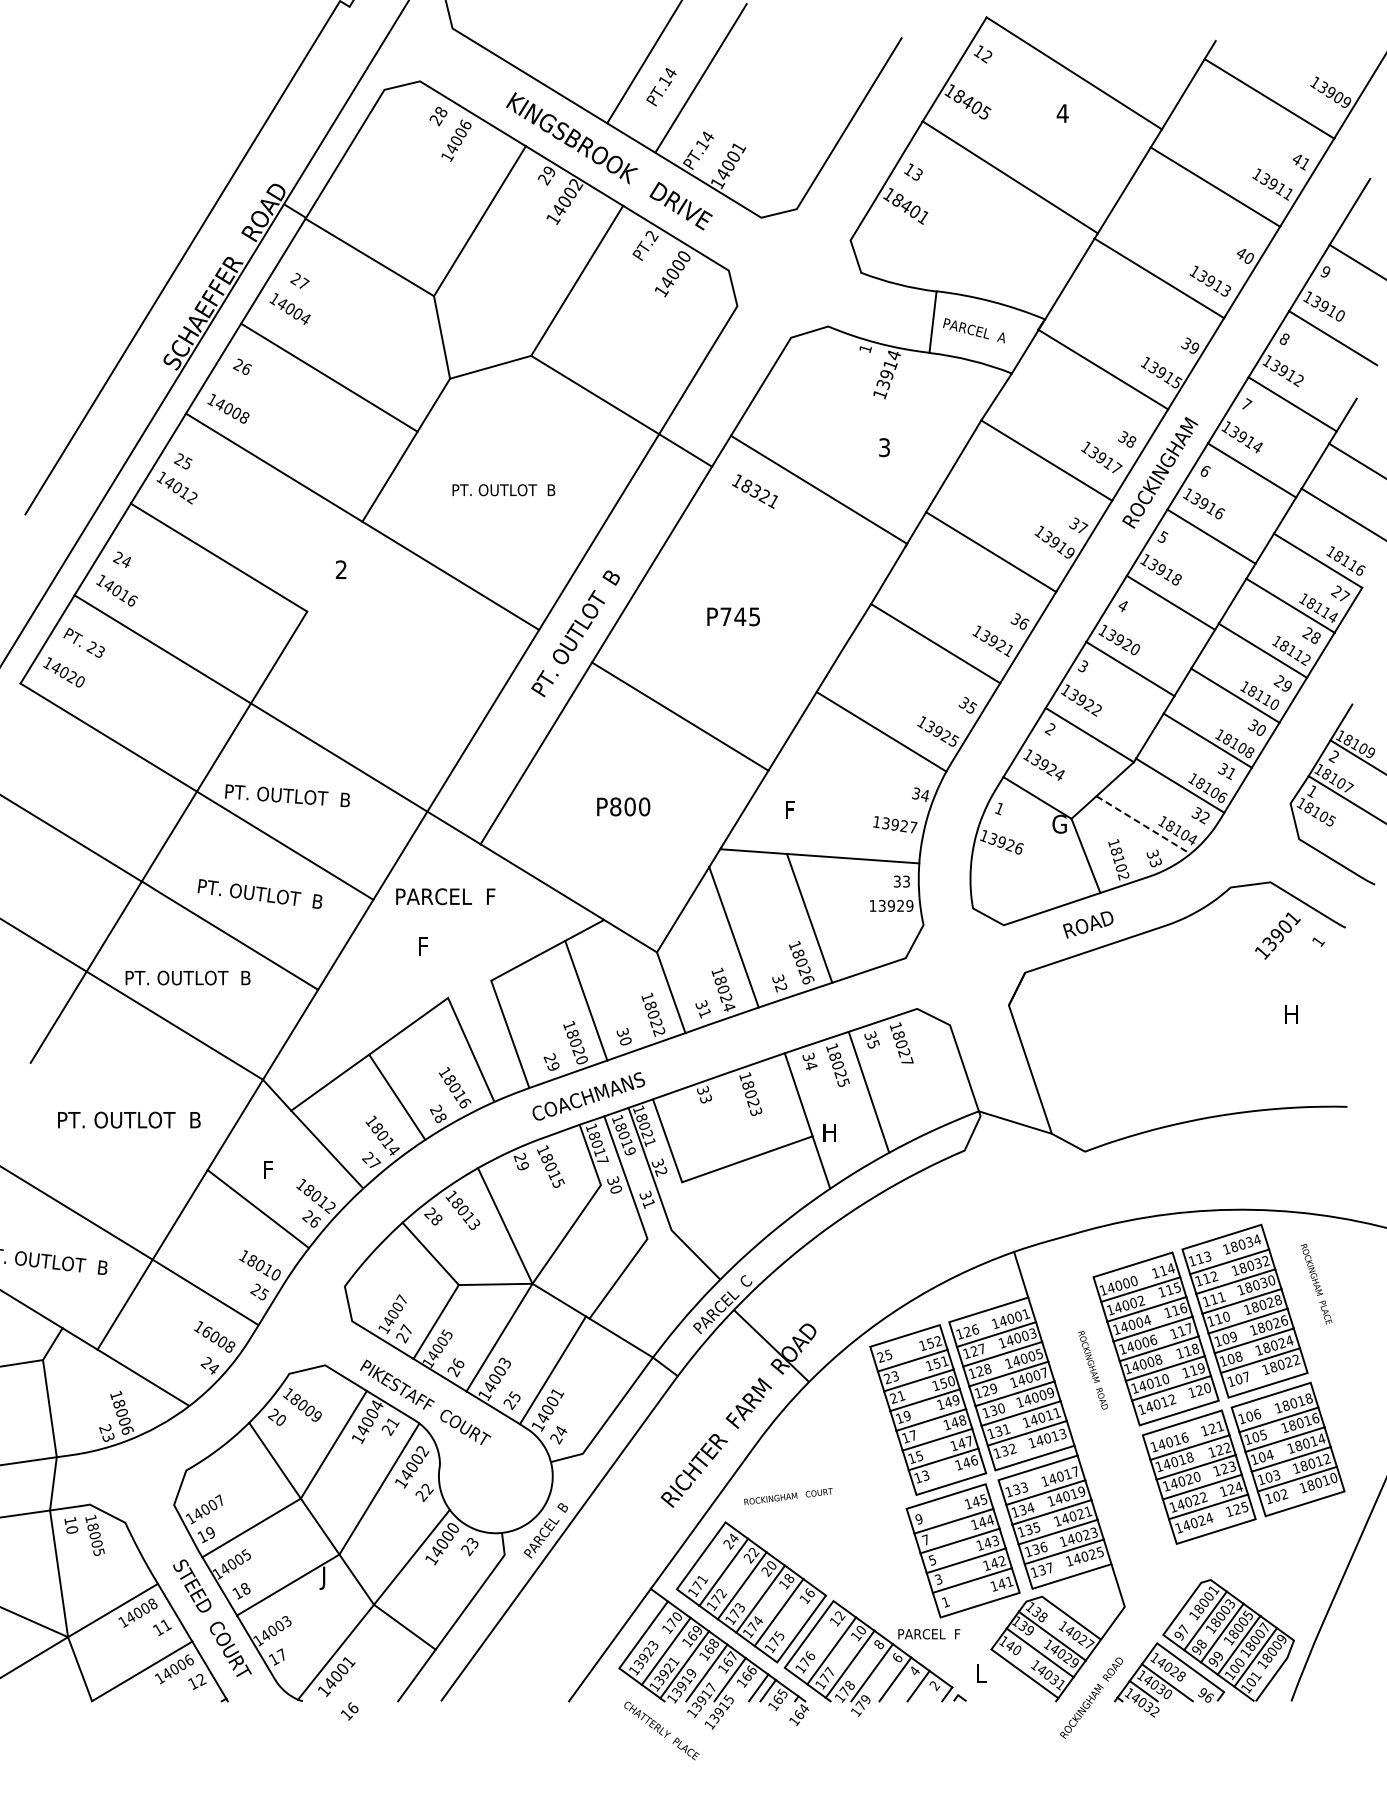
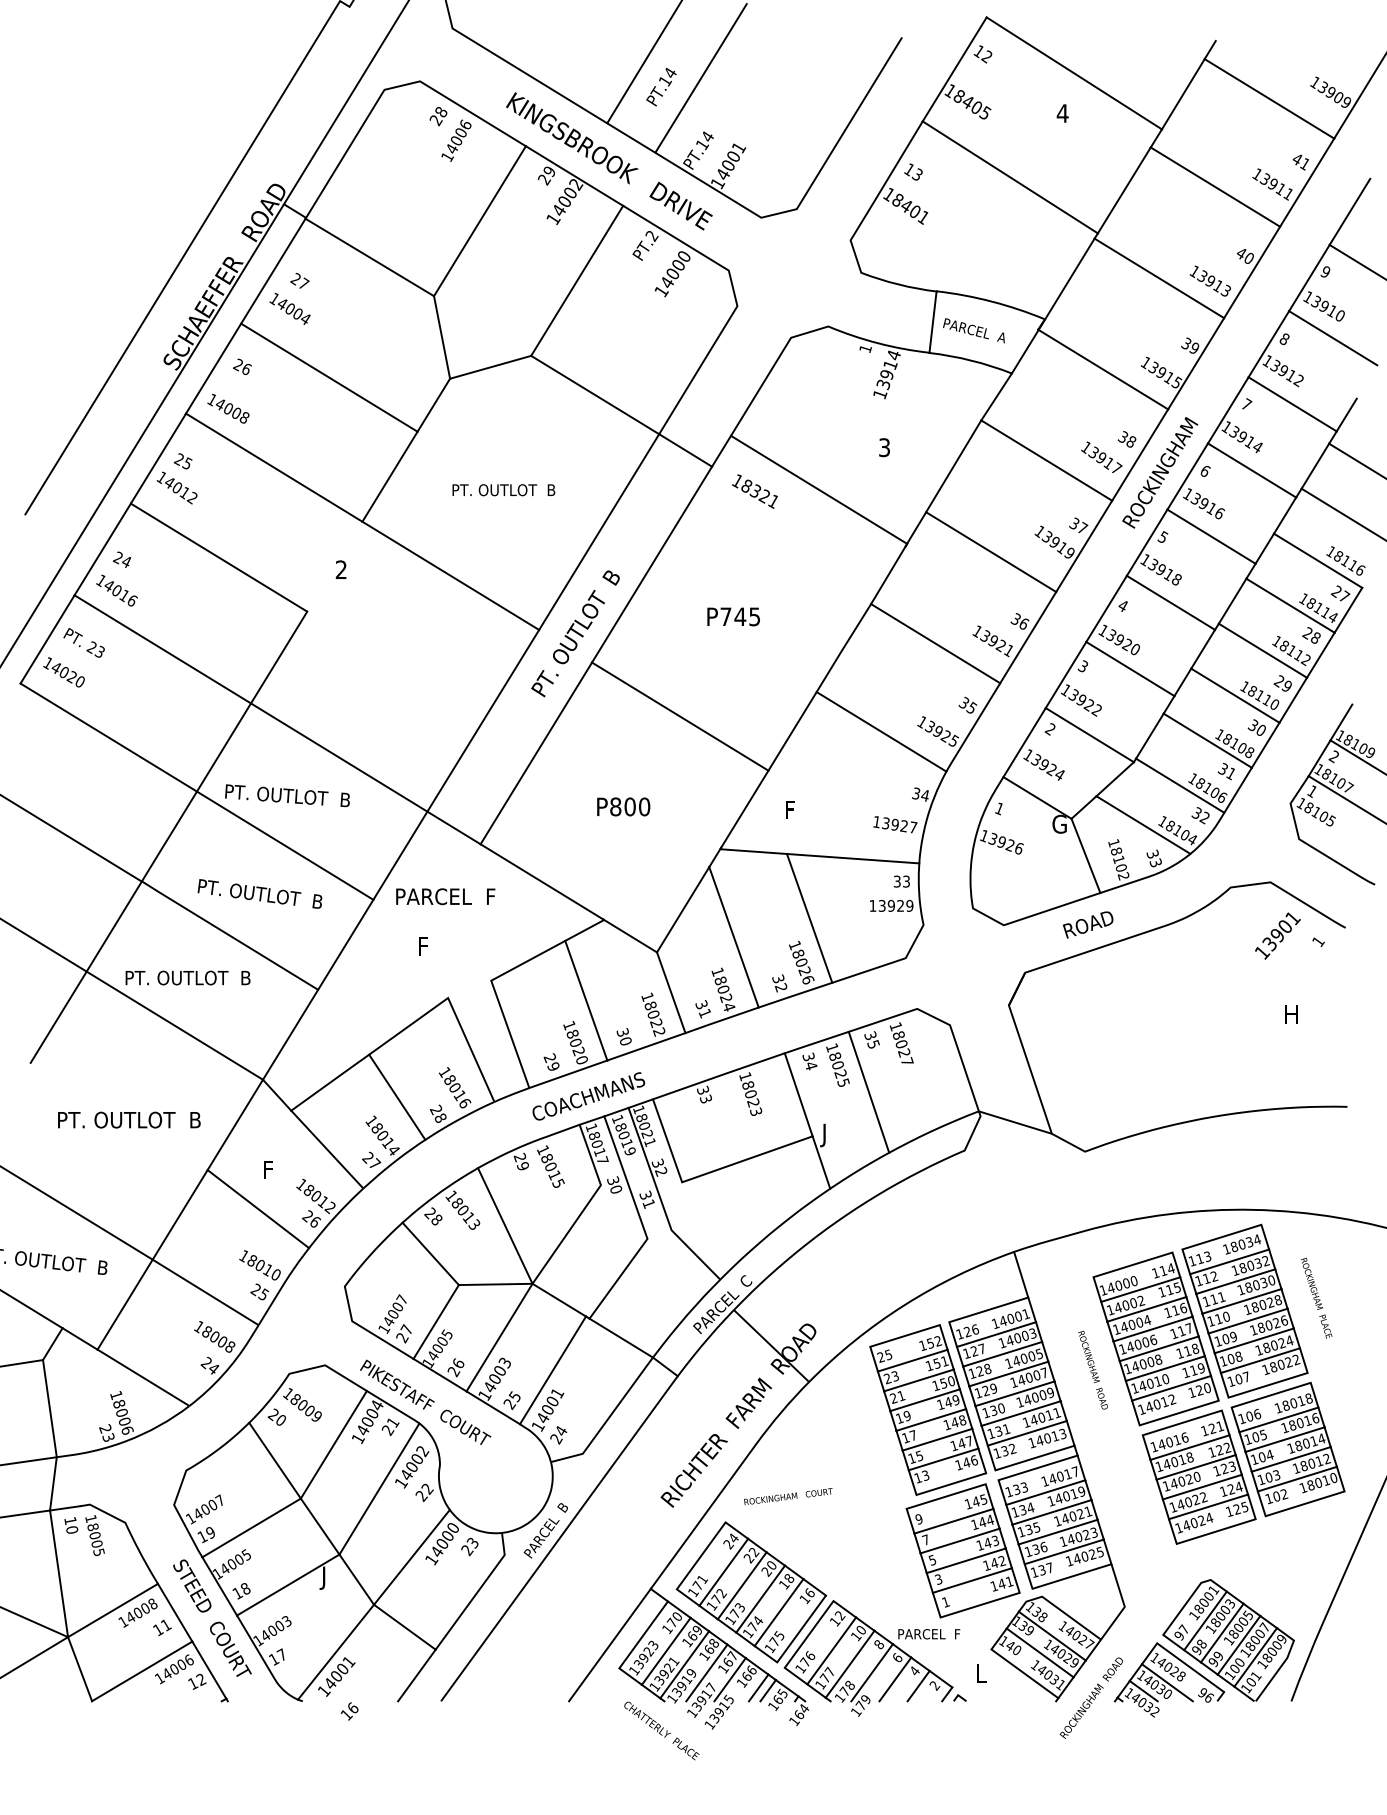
line at (1143, 825): dashed -> solid
text at (827, 1135): H -> J
text at (1316, 1283) position: (1316, 1283) -> (1316, 1297)
text at (207, 1330): 16008 -> 18008
